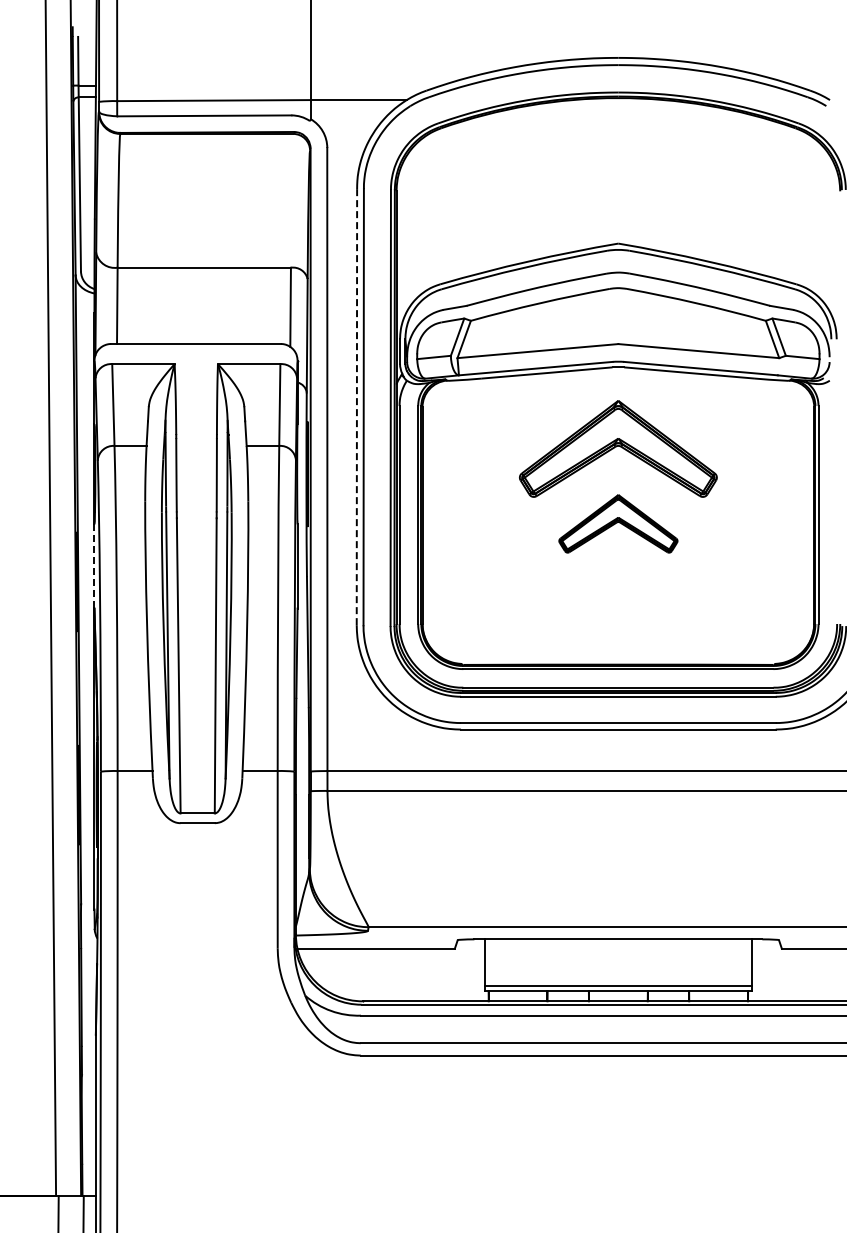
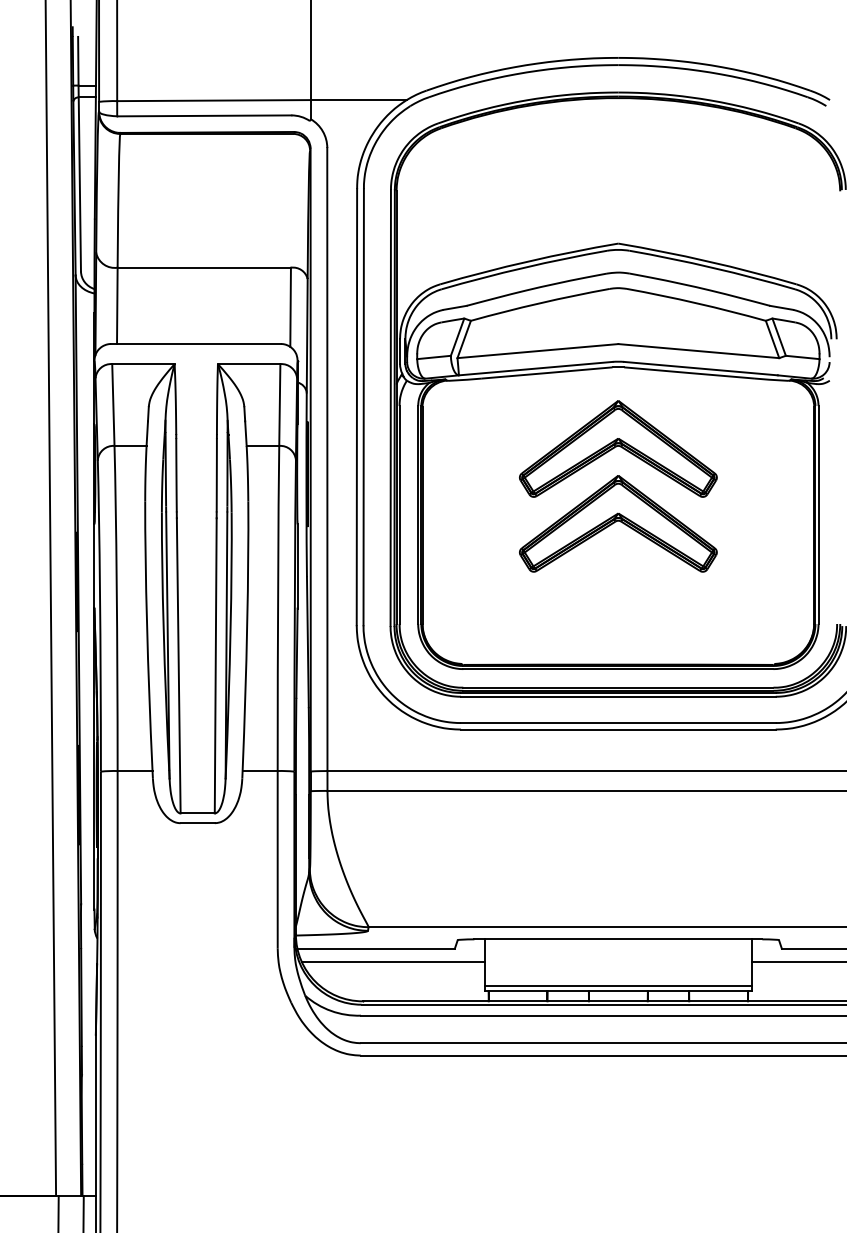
line at (356, 407): dashed -> solid
part at (618, 523) size: 121x60 px -> 199x98 px
line at (94, 565): dashed -> solid
line at (392, 961): none -> present
line at (797, 961): none -> present
